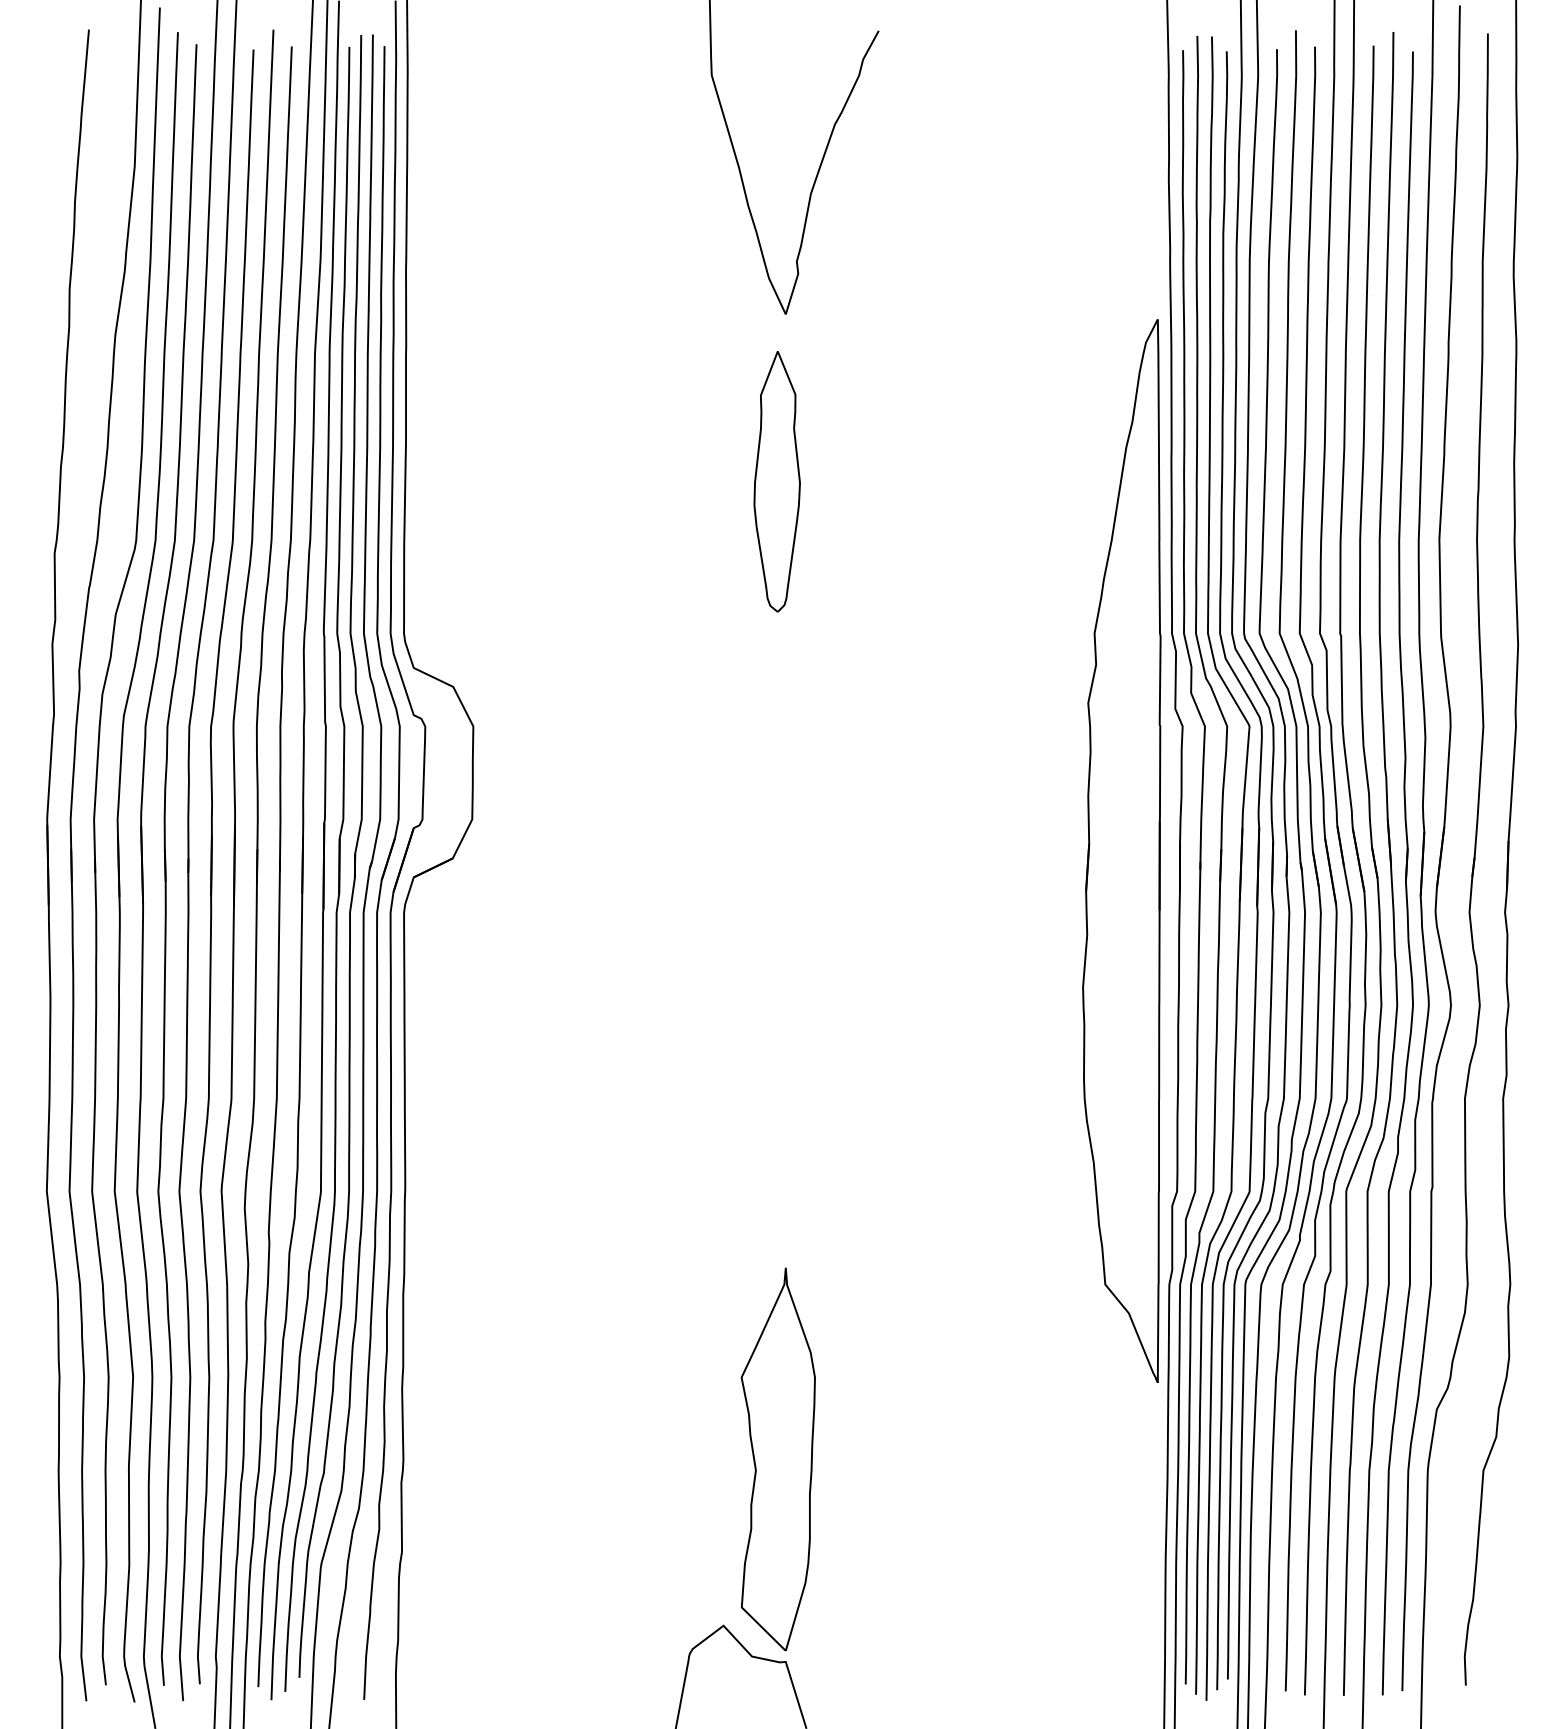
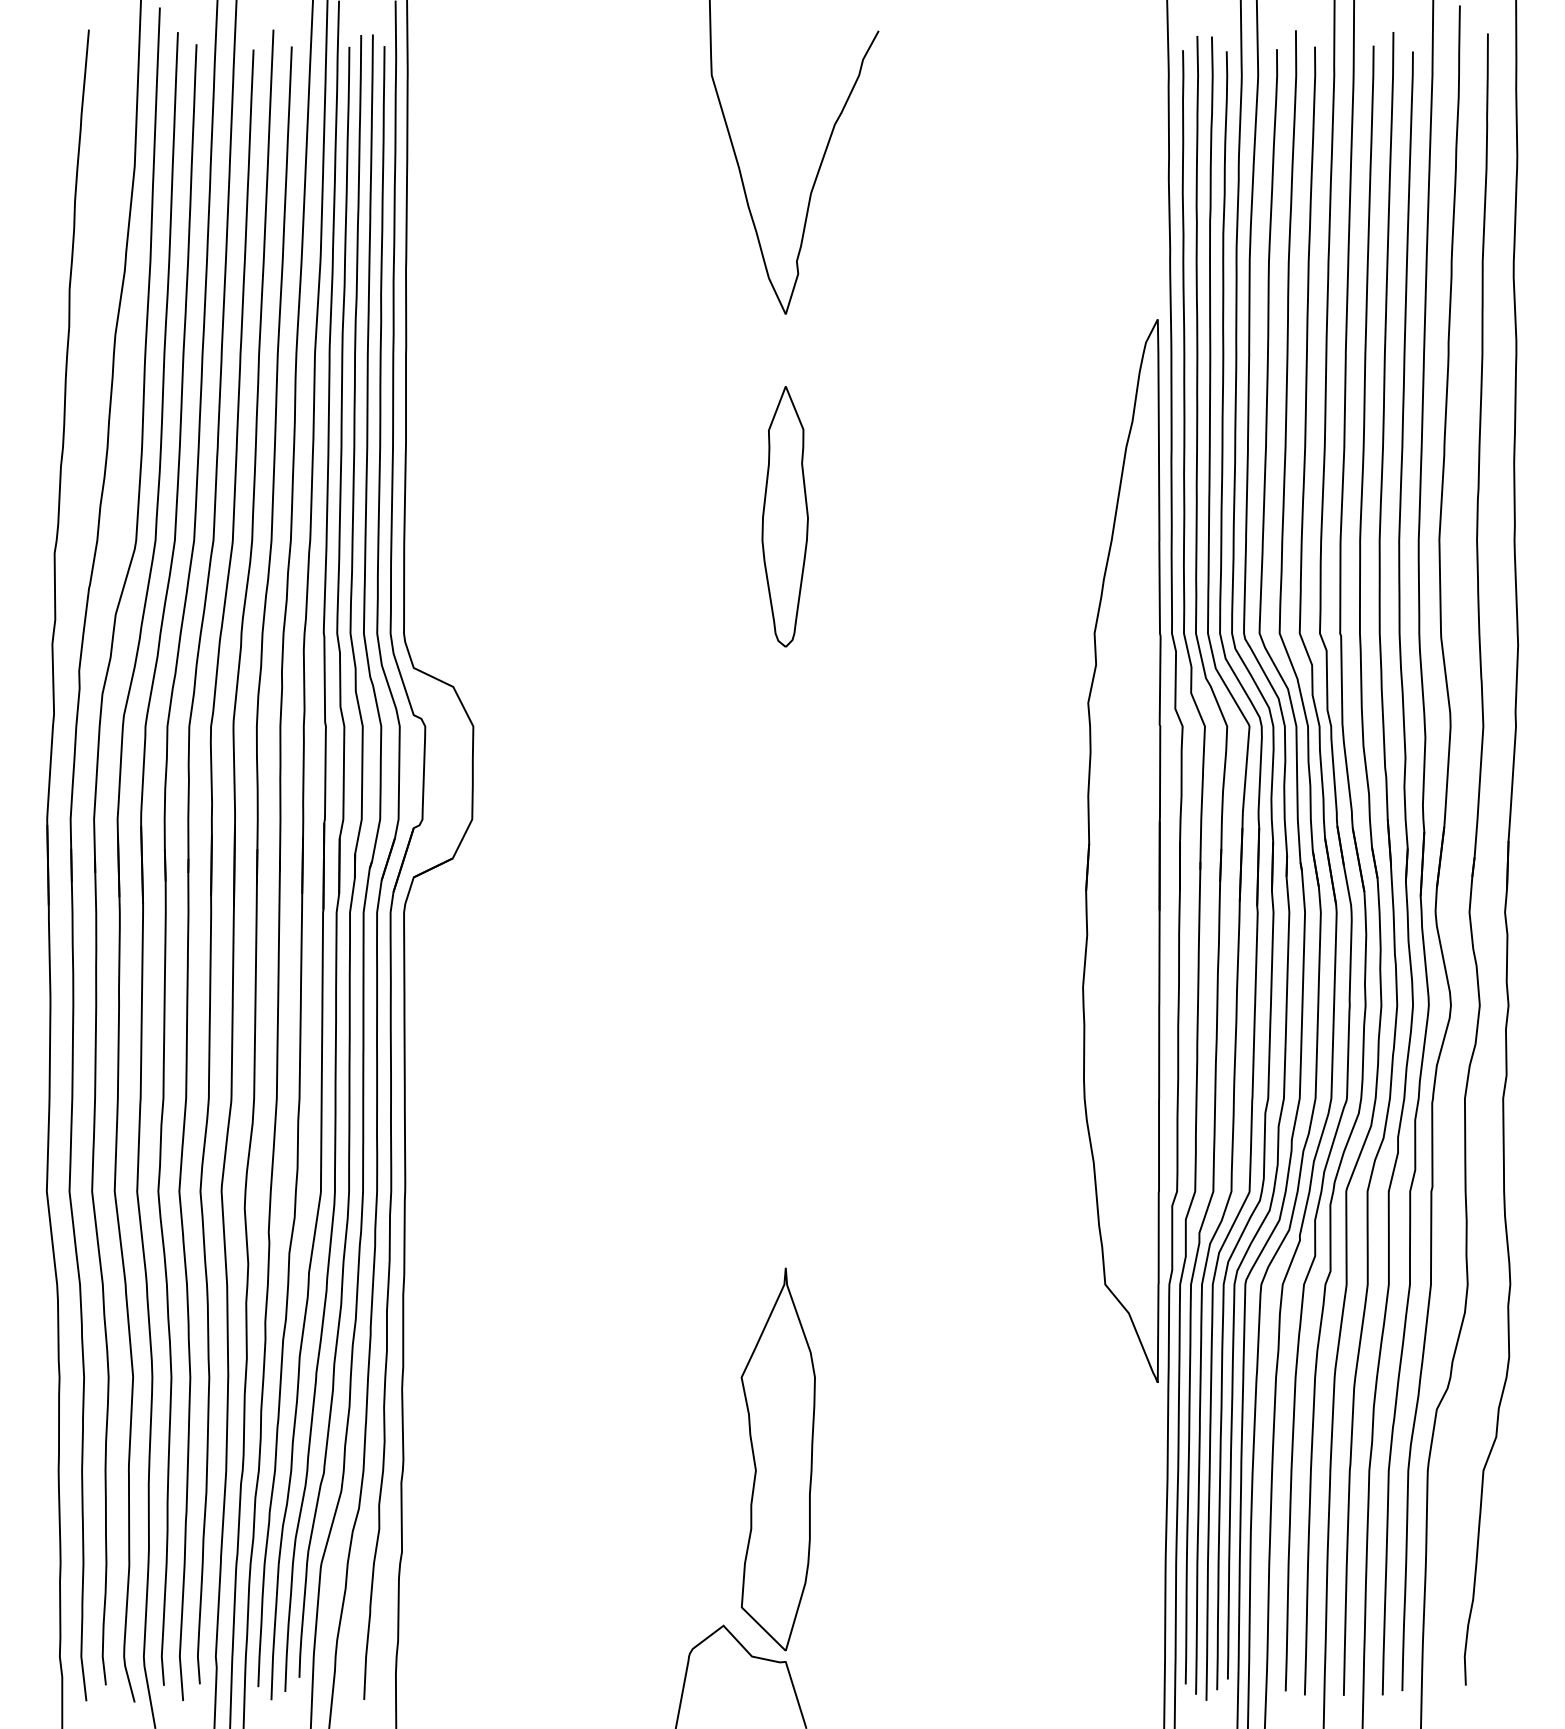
part at (776, 481) position: (776, 481) -> (784, 516)
